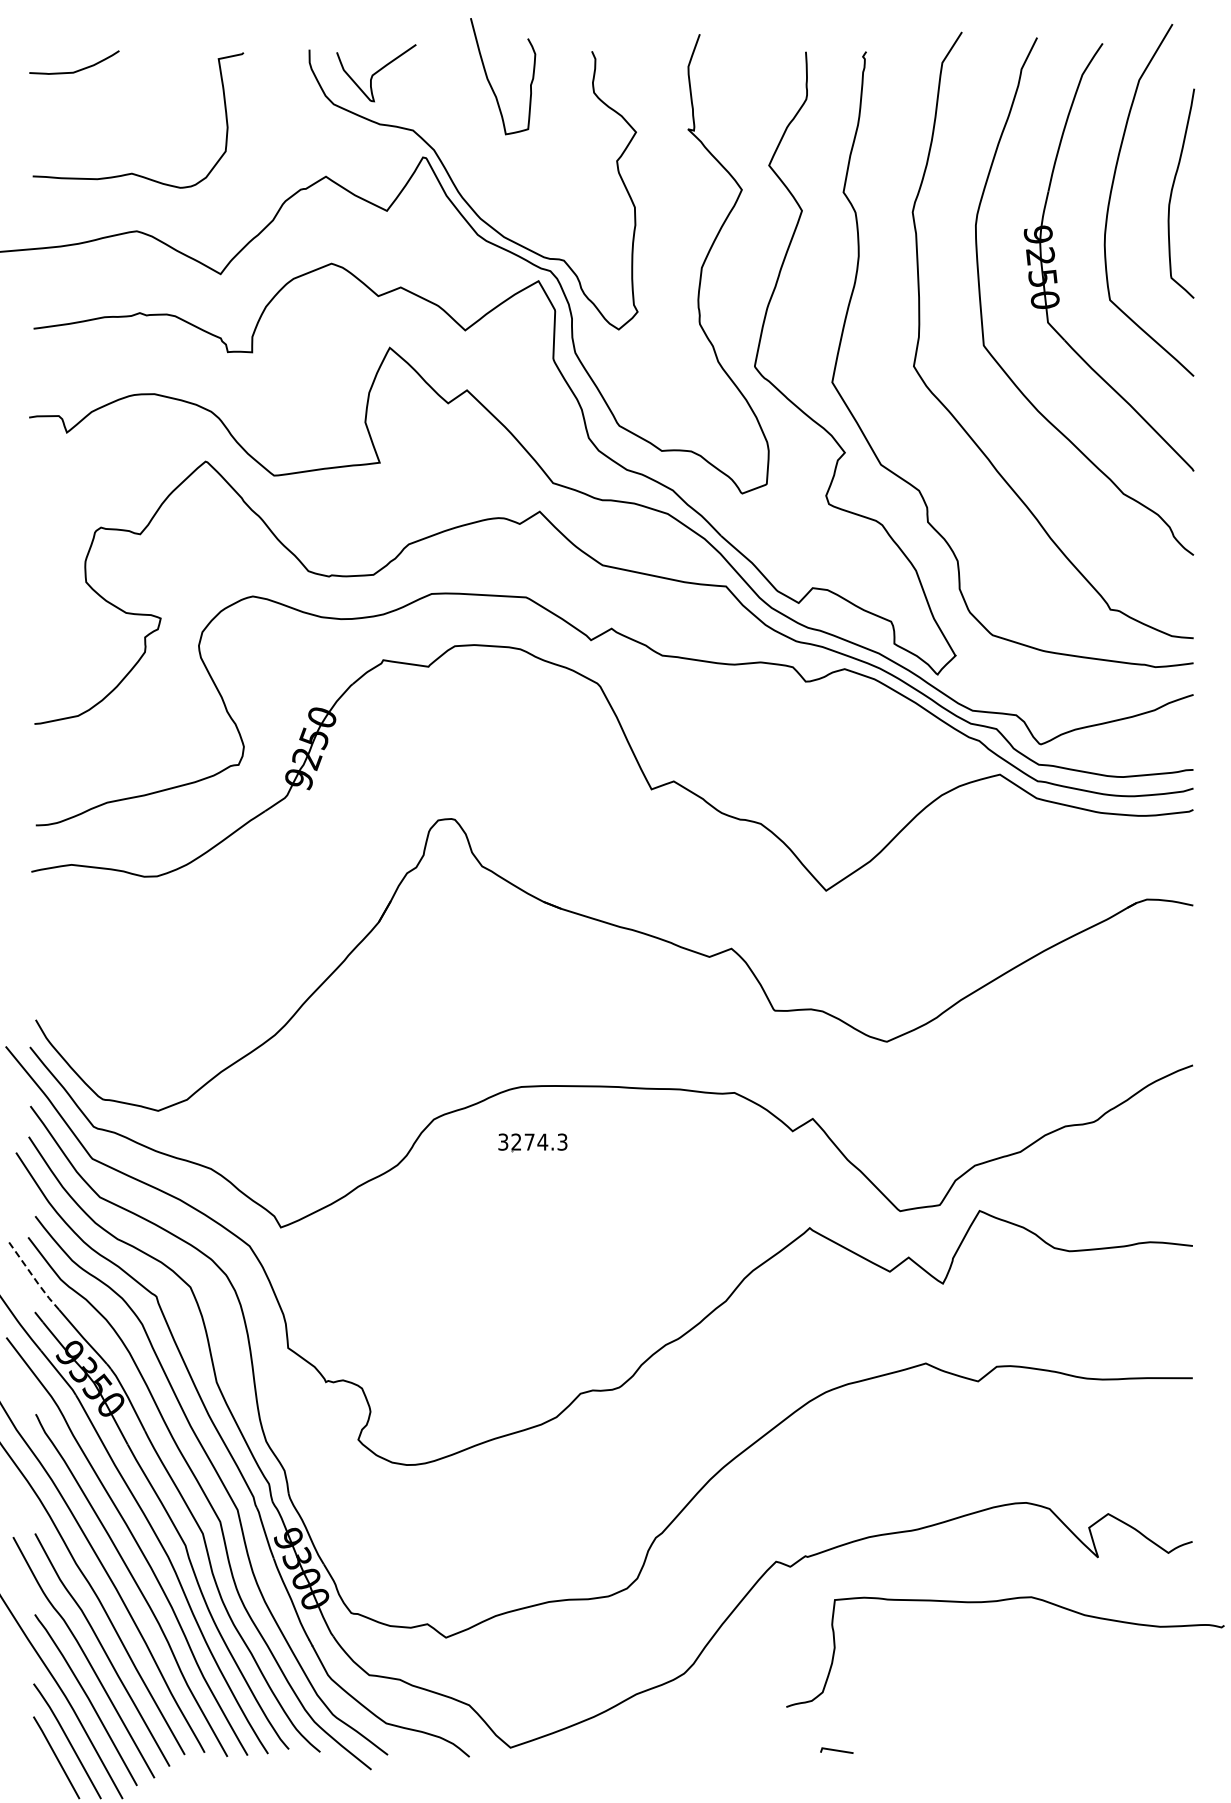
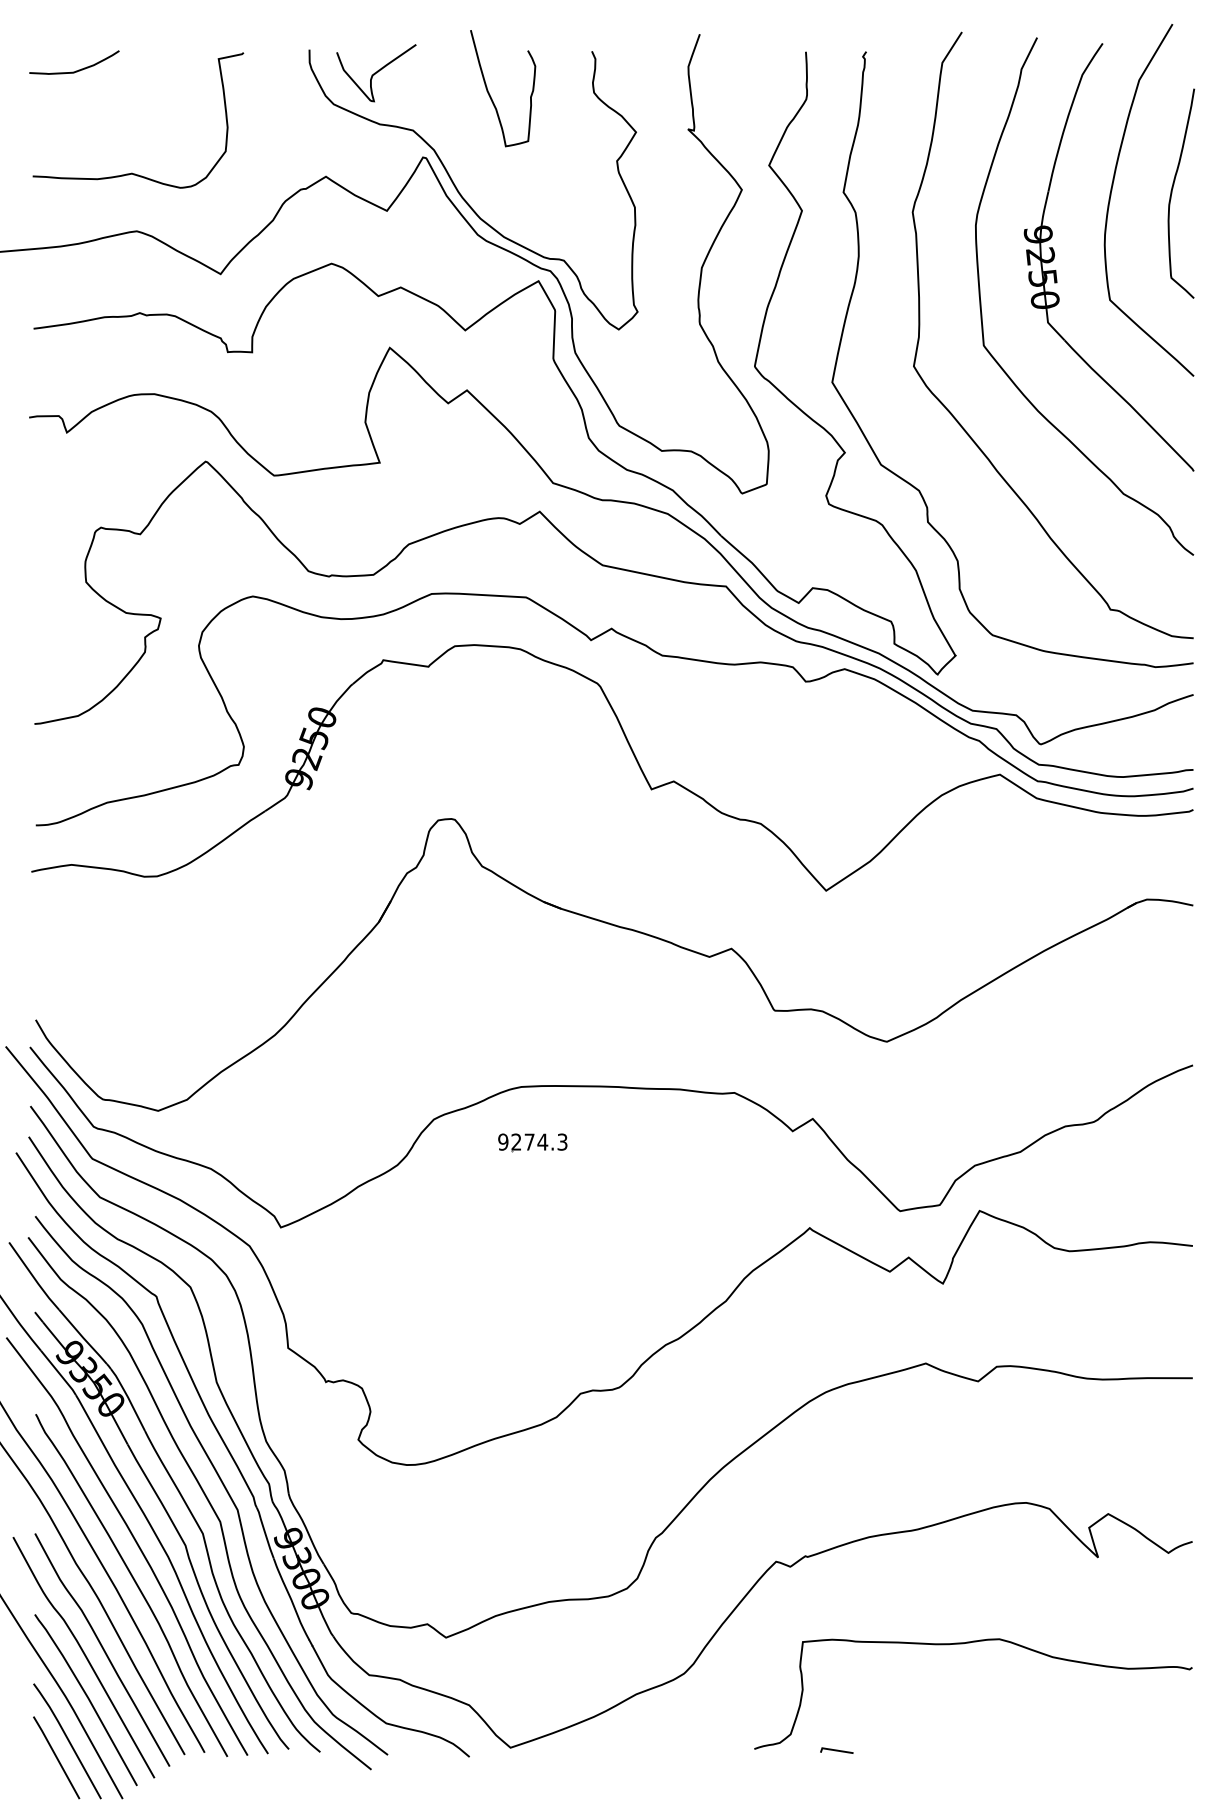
curve at (490, 82) position: (490, 82) -> (490, 94)
text at (503, 1141): 3274.3 -> 9274.3
line at (34, 1278): dashed -> solid
curve at (995, 1602) position: (995, 1602) -> (963, 1644)
